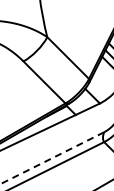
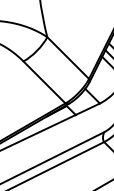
line at (52, 158): dashed -> solid
